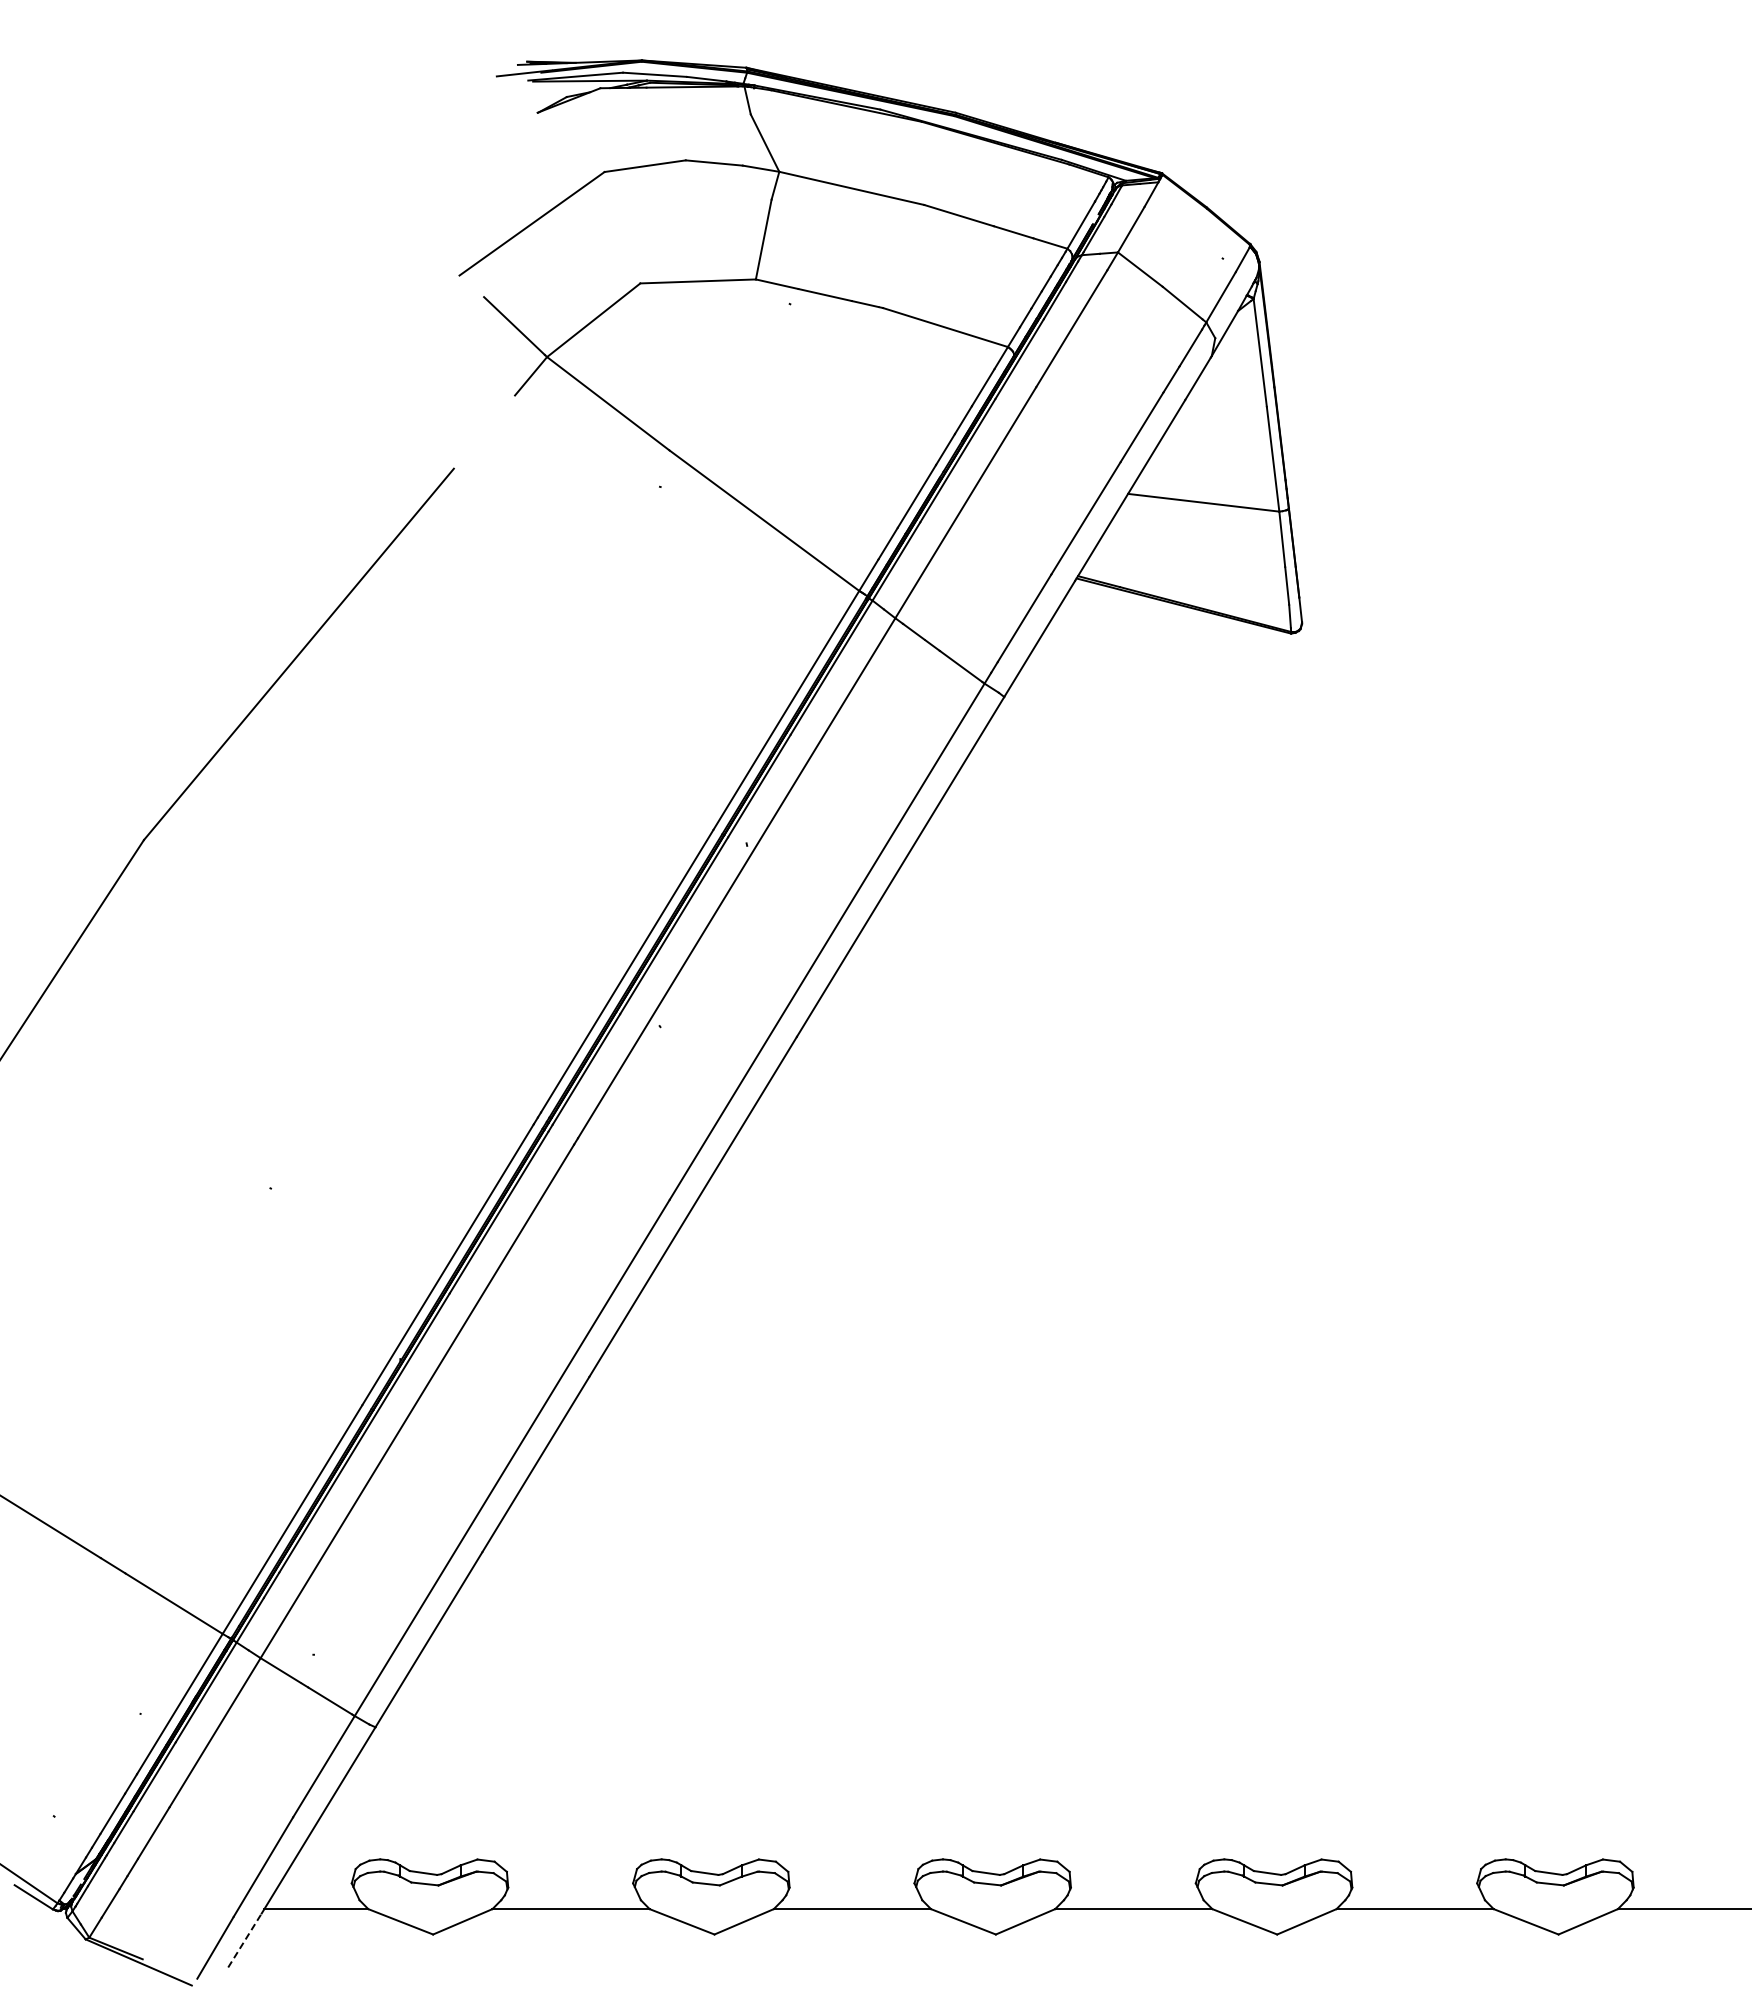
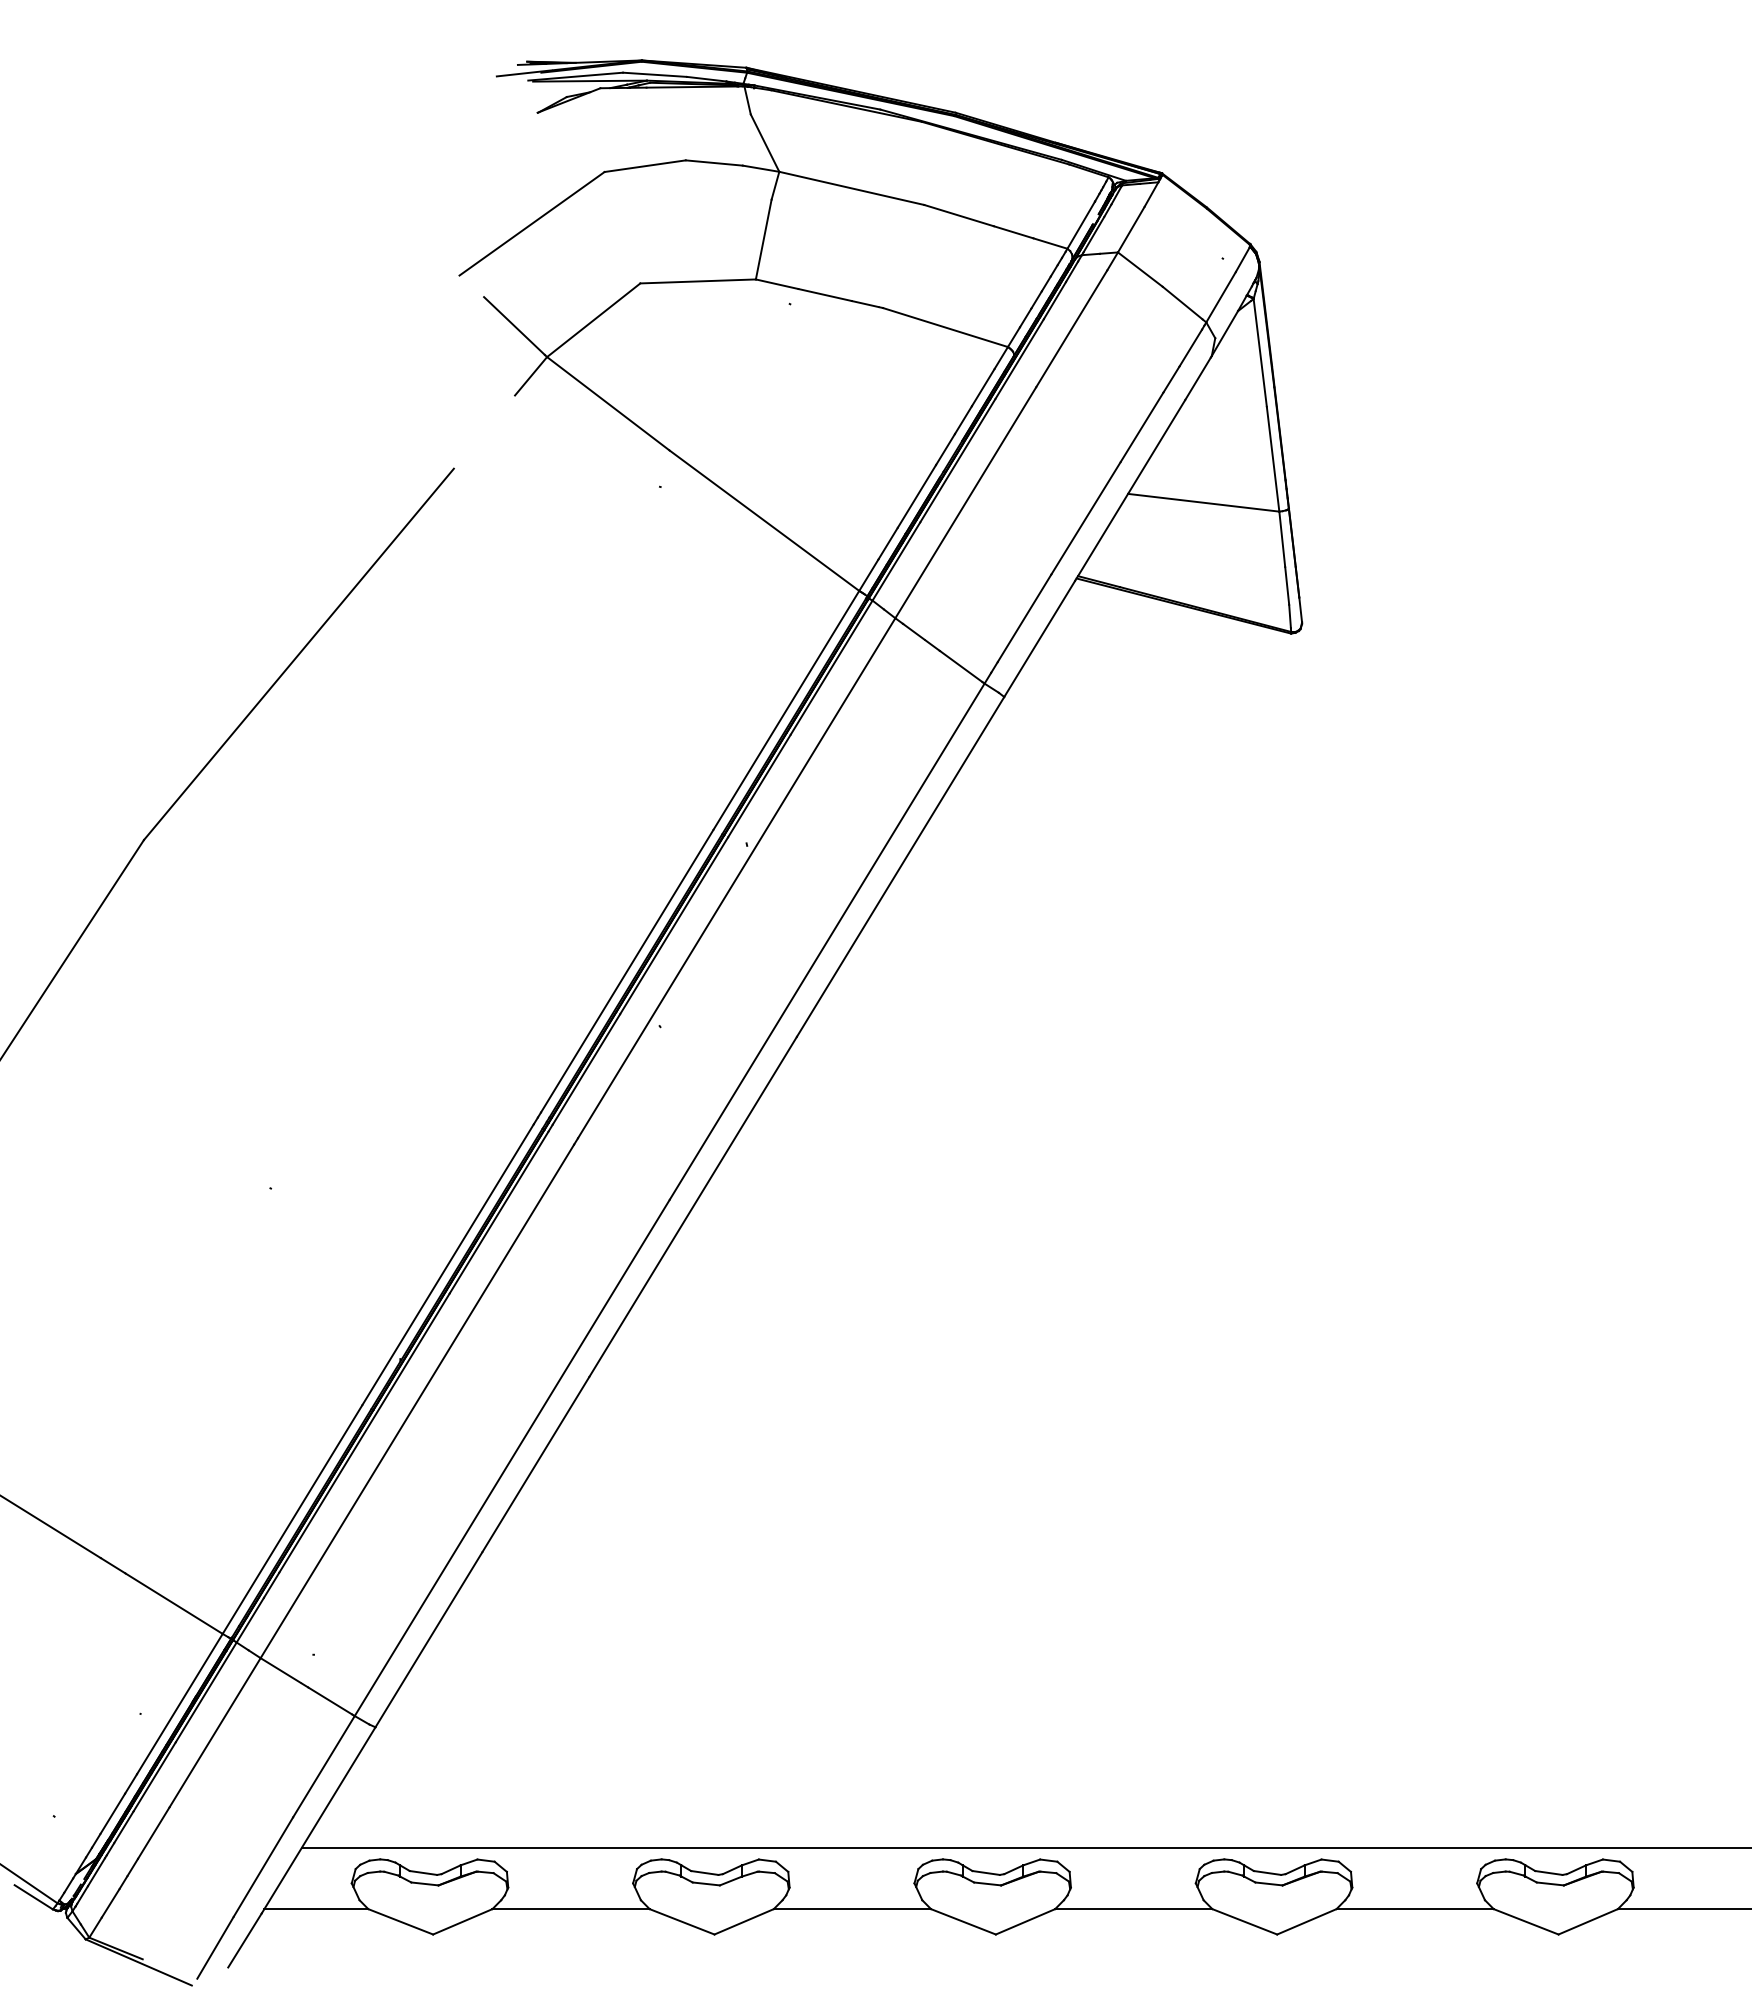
line at (1024, 1847): none -> present
line at (244, 1940): dashed -> solid
